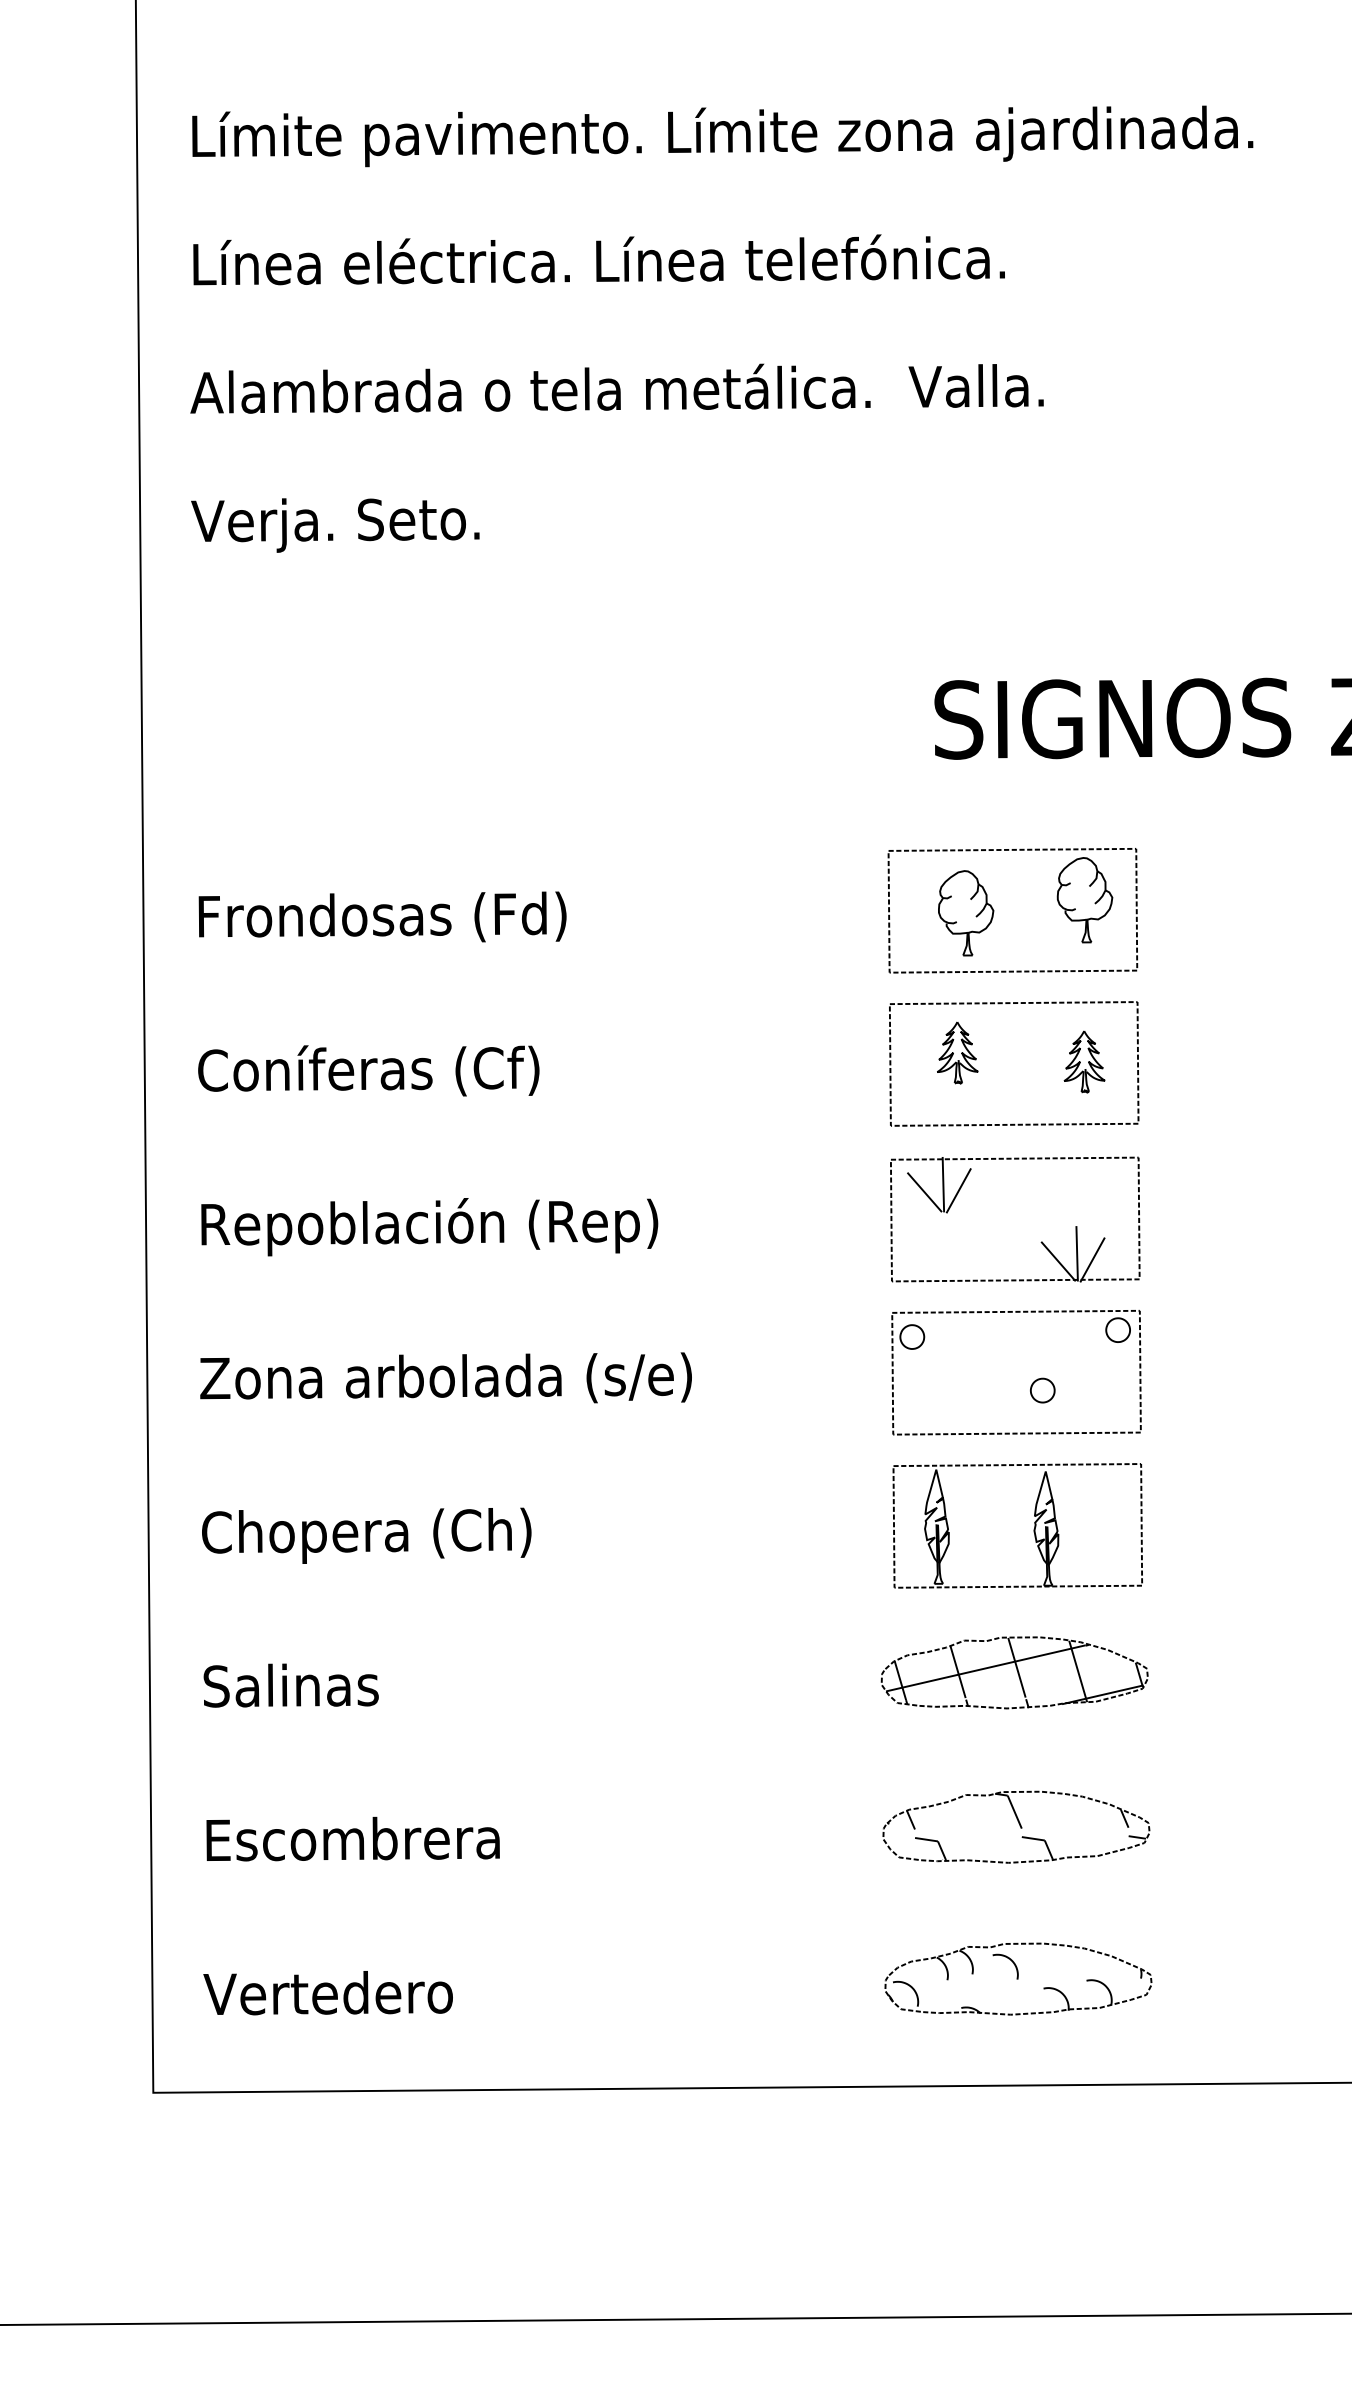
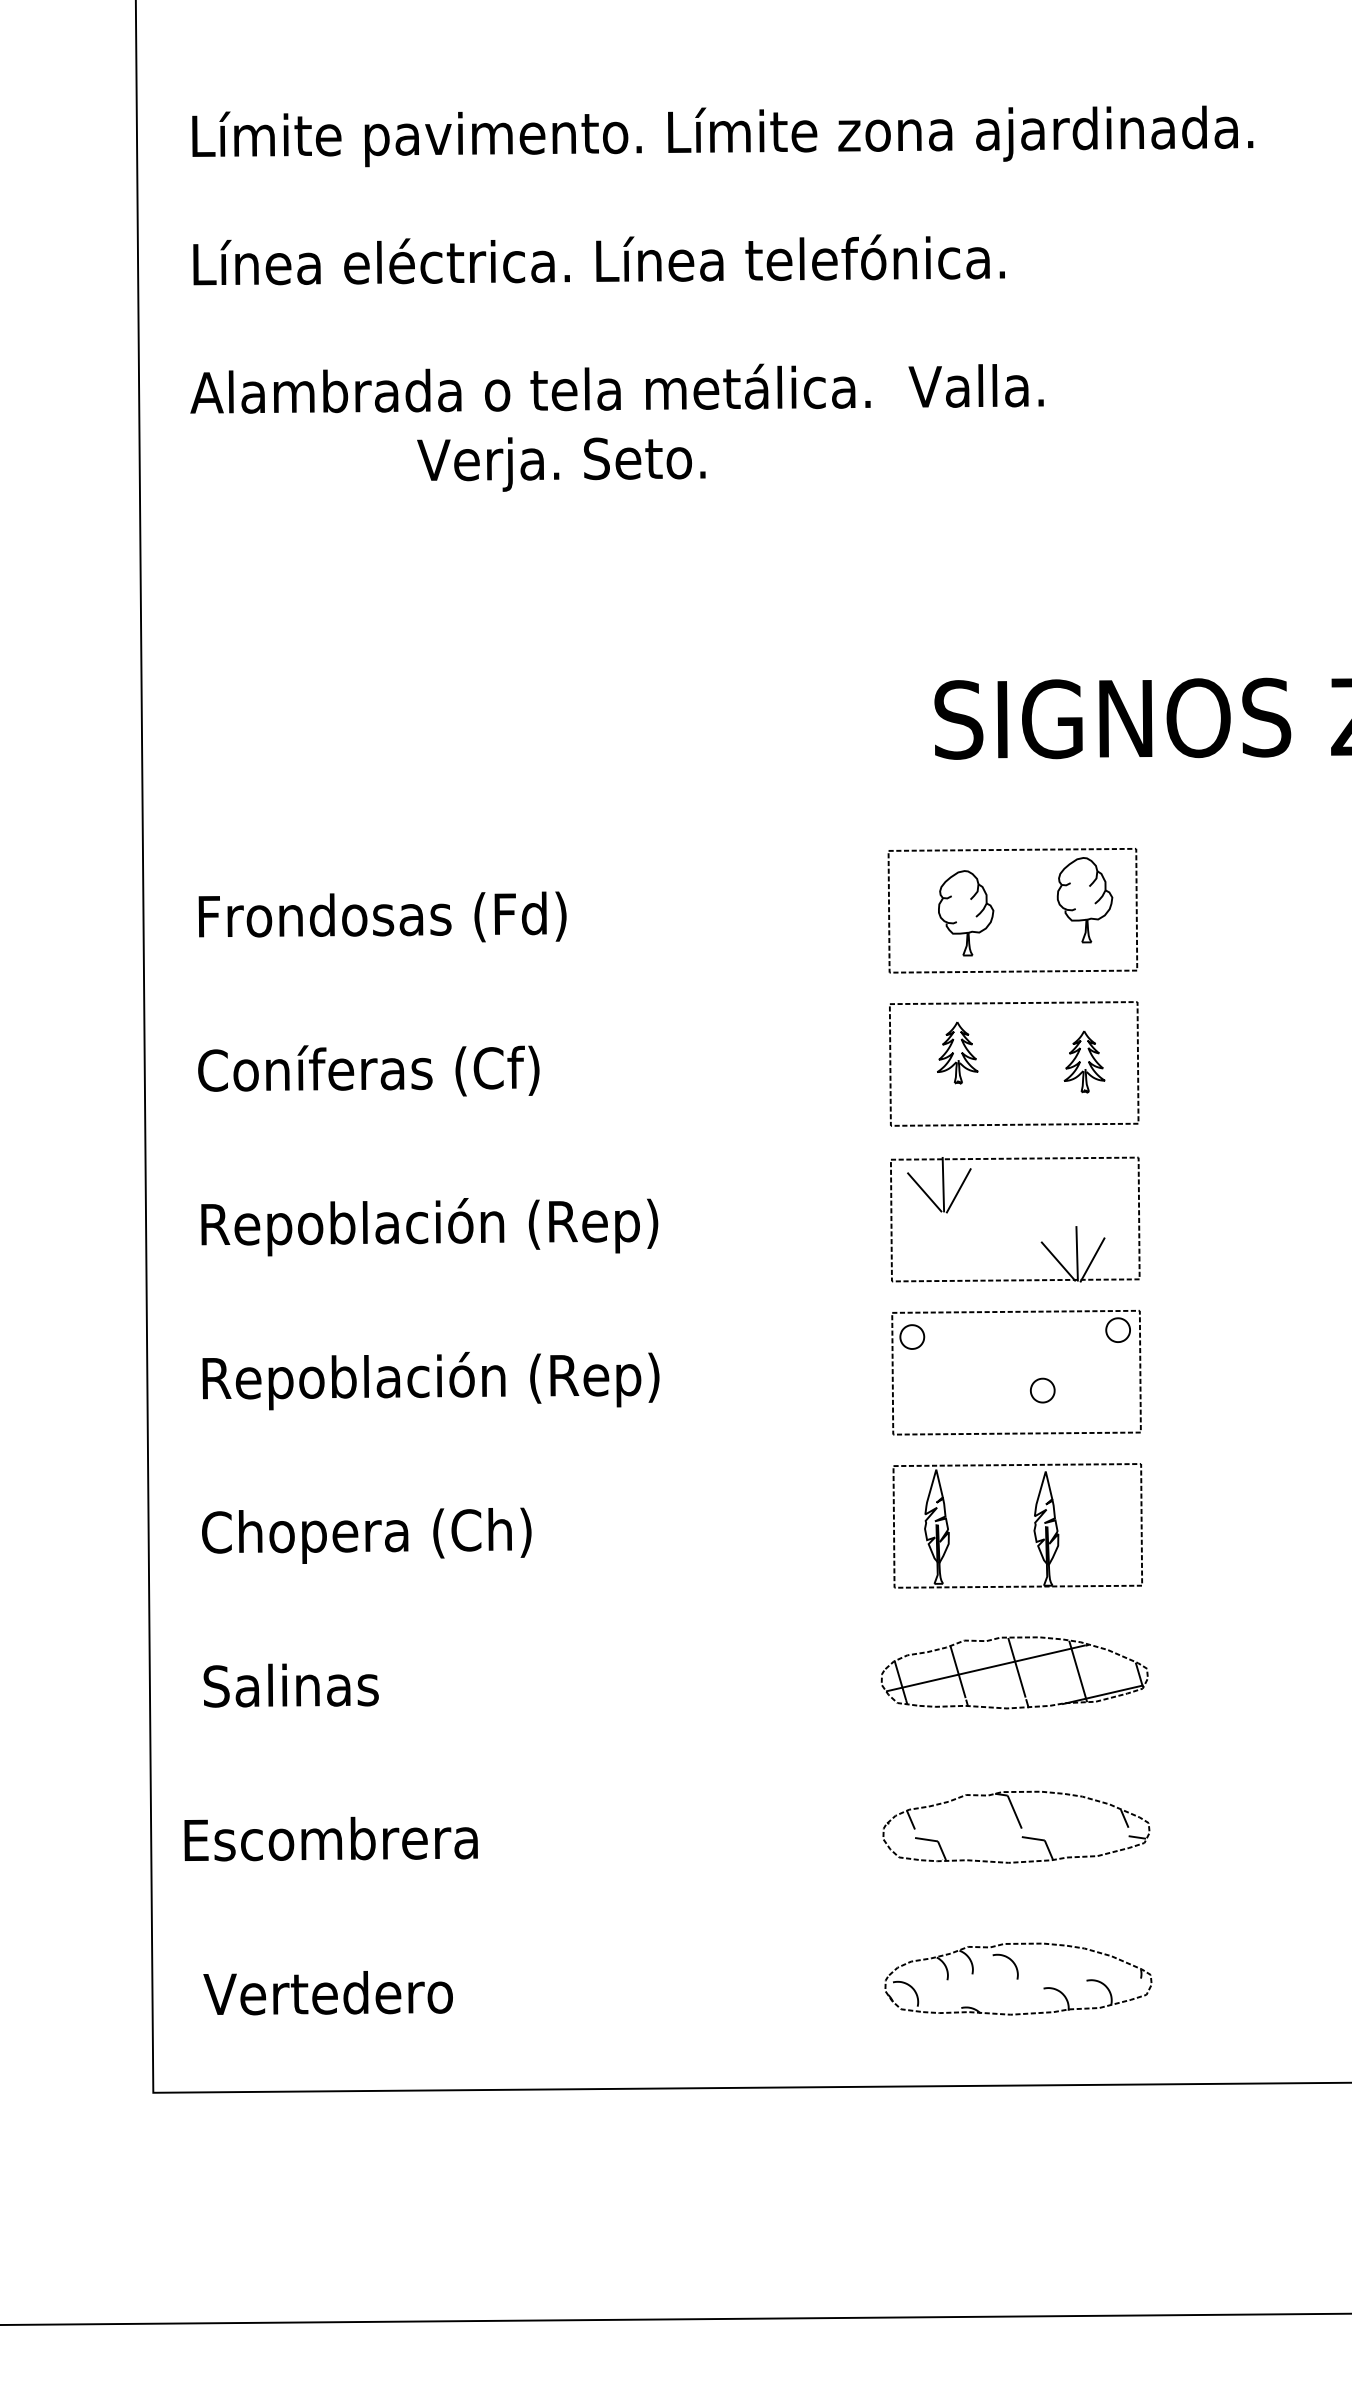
text at (335, 525) position: (335, 525) -> (561, 464)
text at (445, 1380): Zona arbolada (s/e) -> Repoblación (Rep)
text at (352, 1838) position: (352, 1838) -> (330, 1838)
